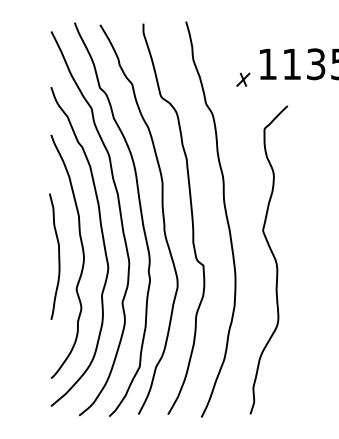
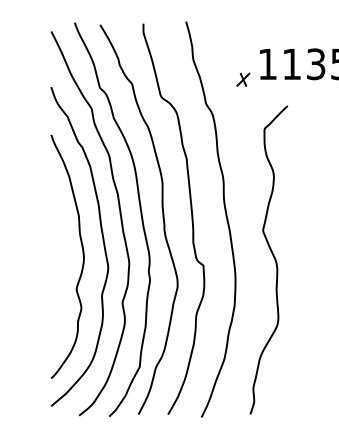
curve at (58, 256): present -> none
